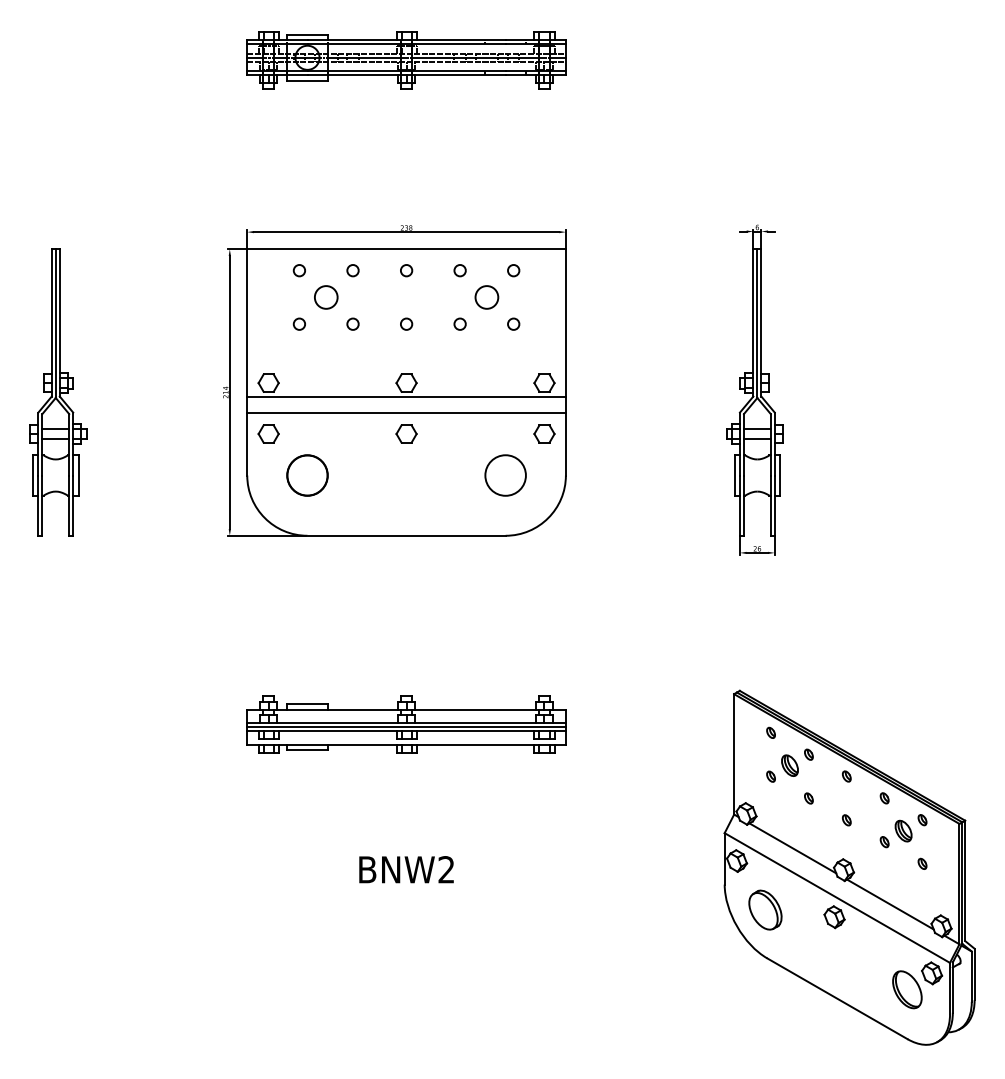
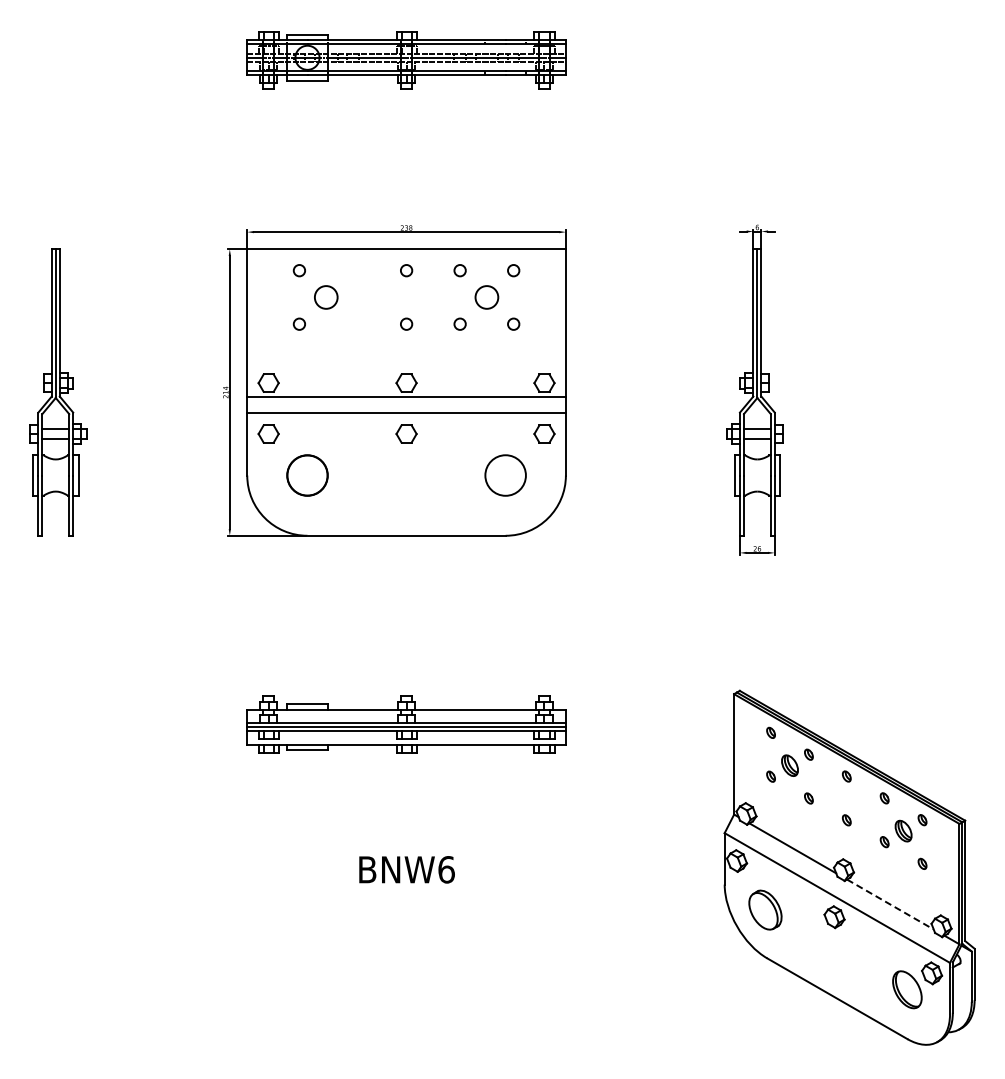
circle at (352, 270): present -> none
circle at (352, 323): present -> none
text at (446, 869): BNW2 -> BNW6
line at (890, 904): solid -> dashed
